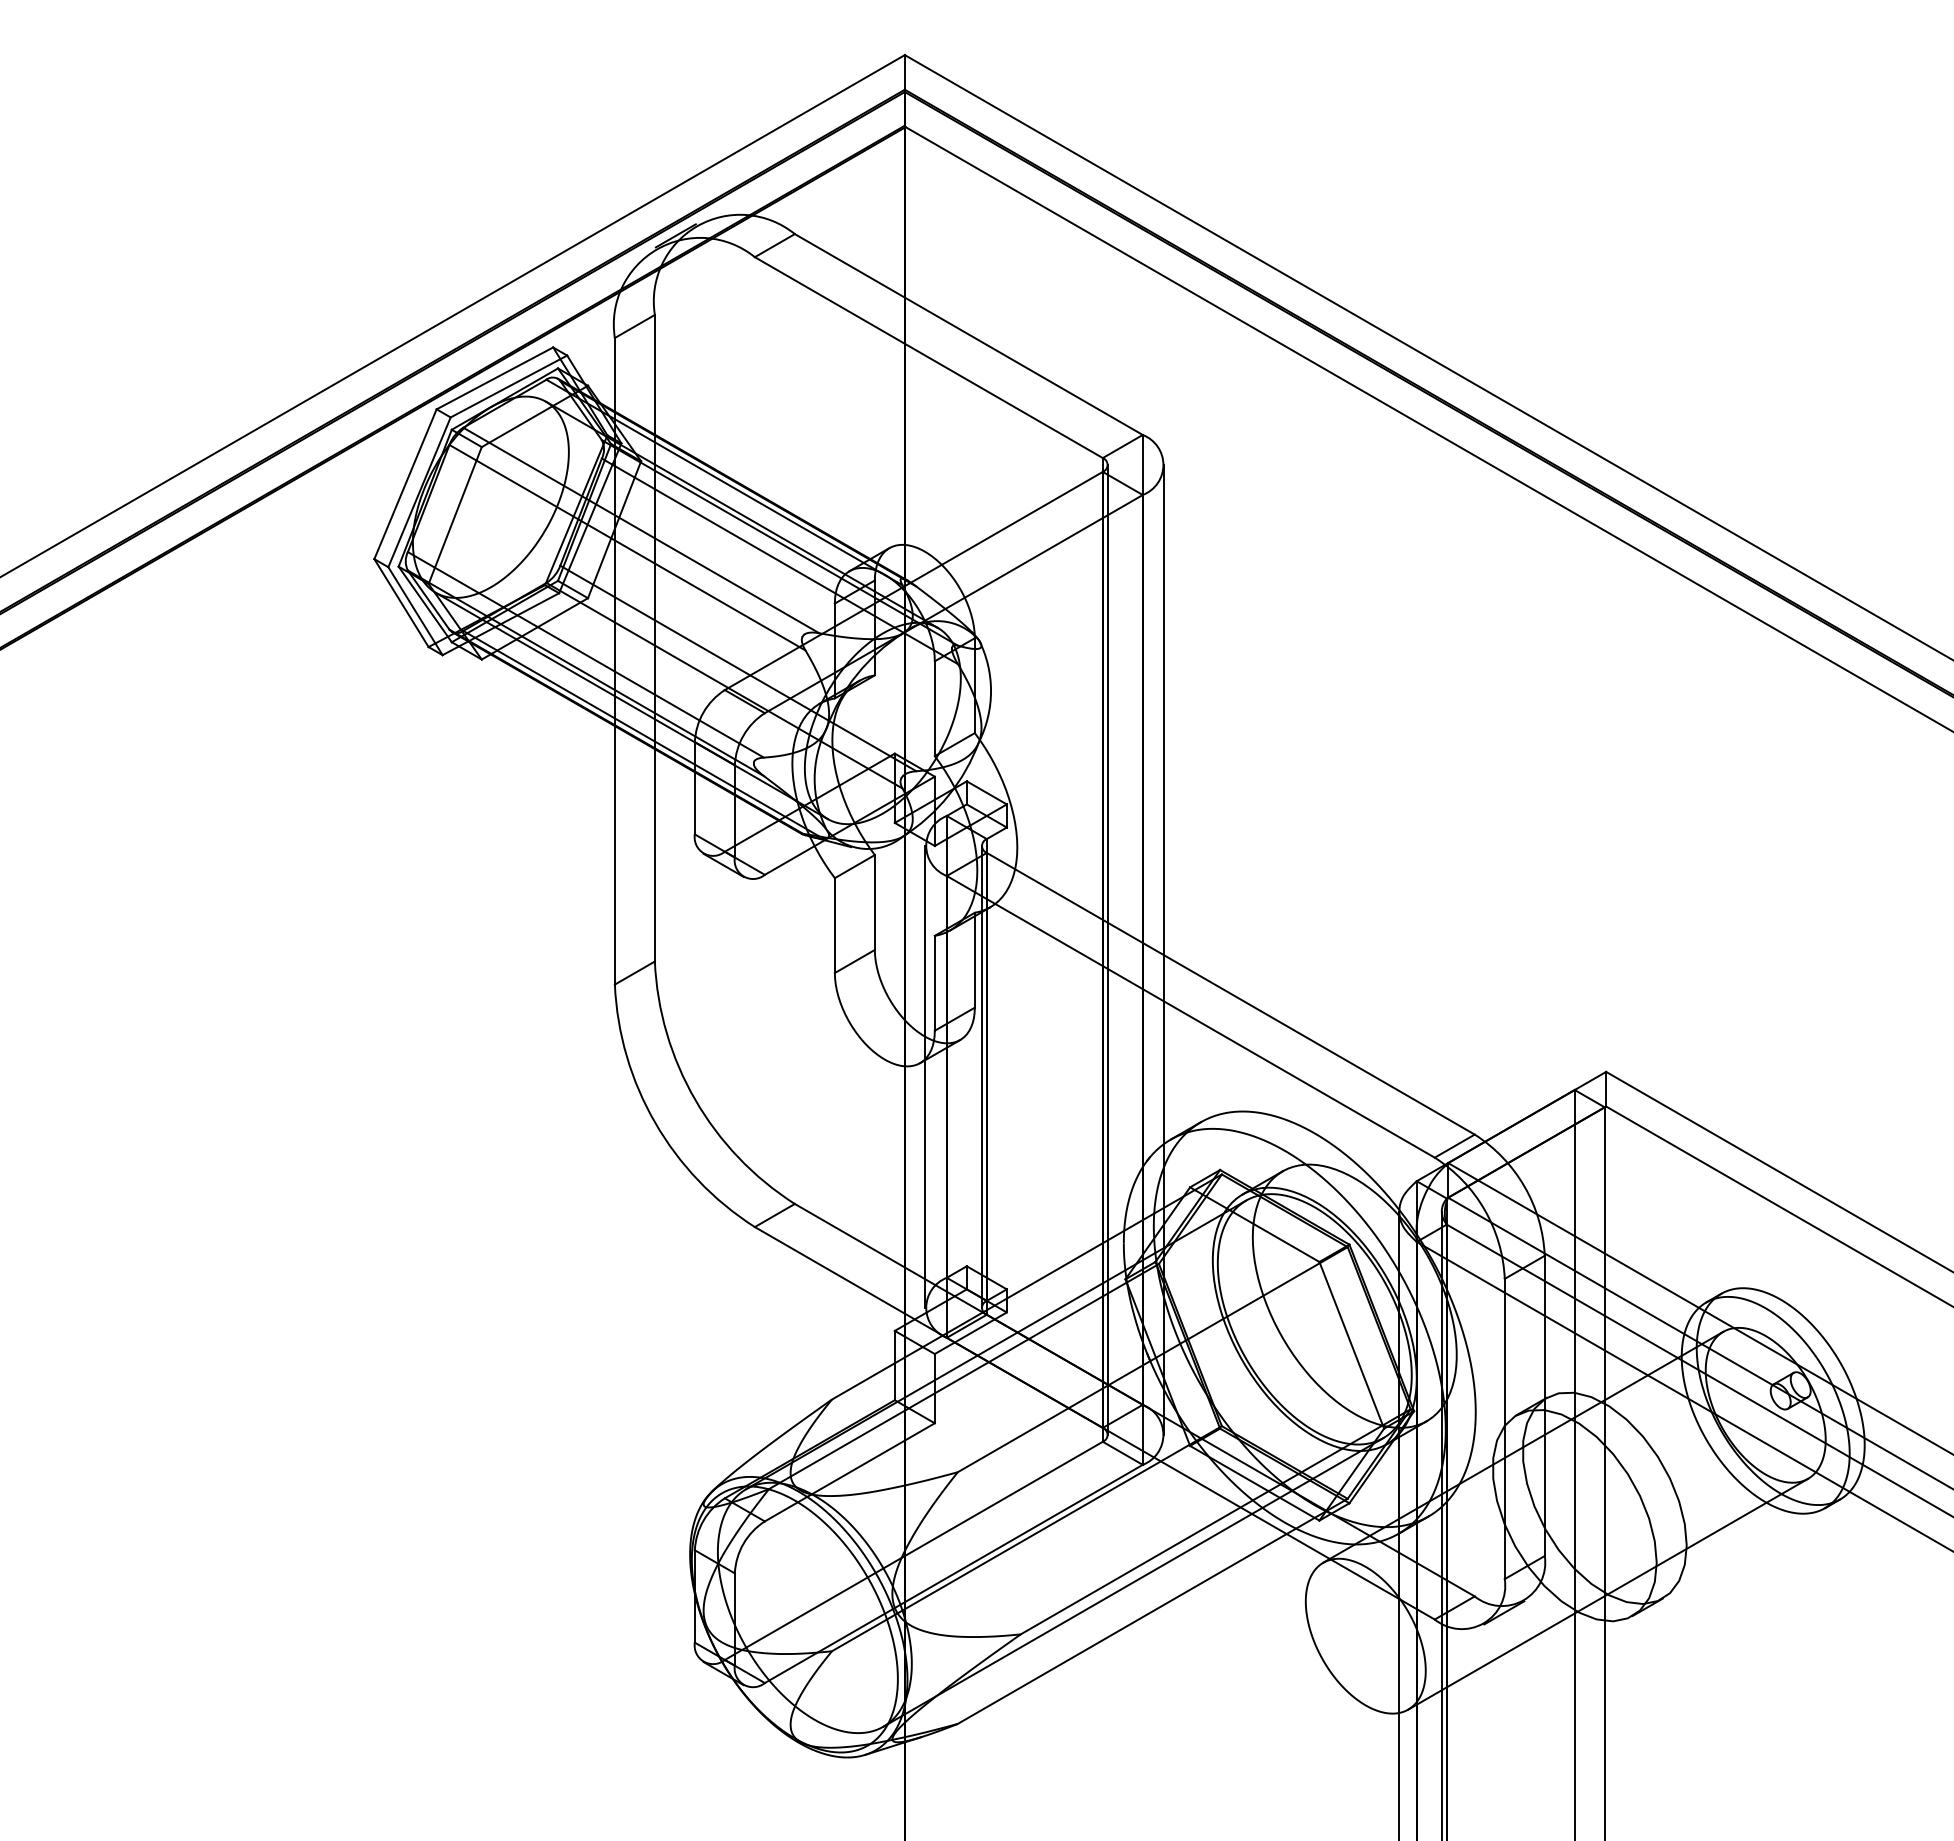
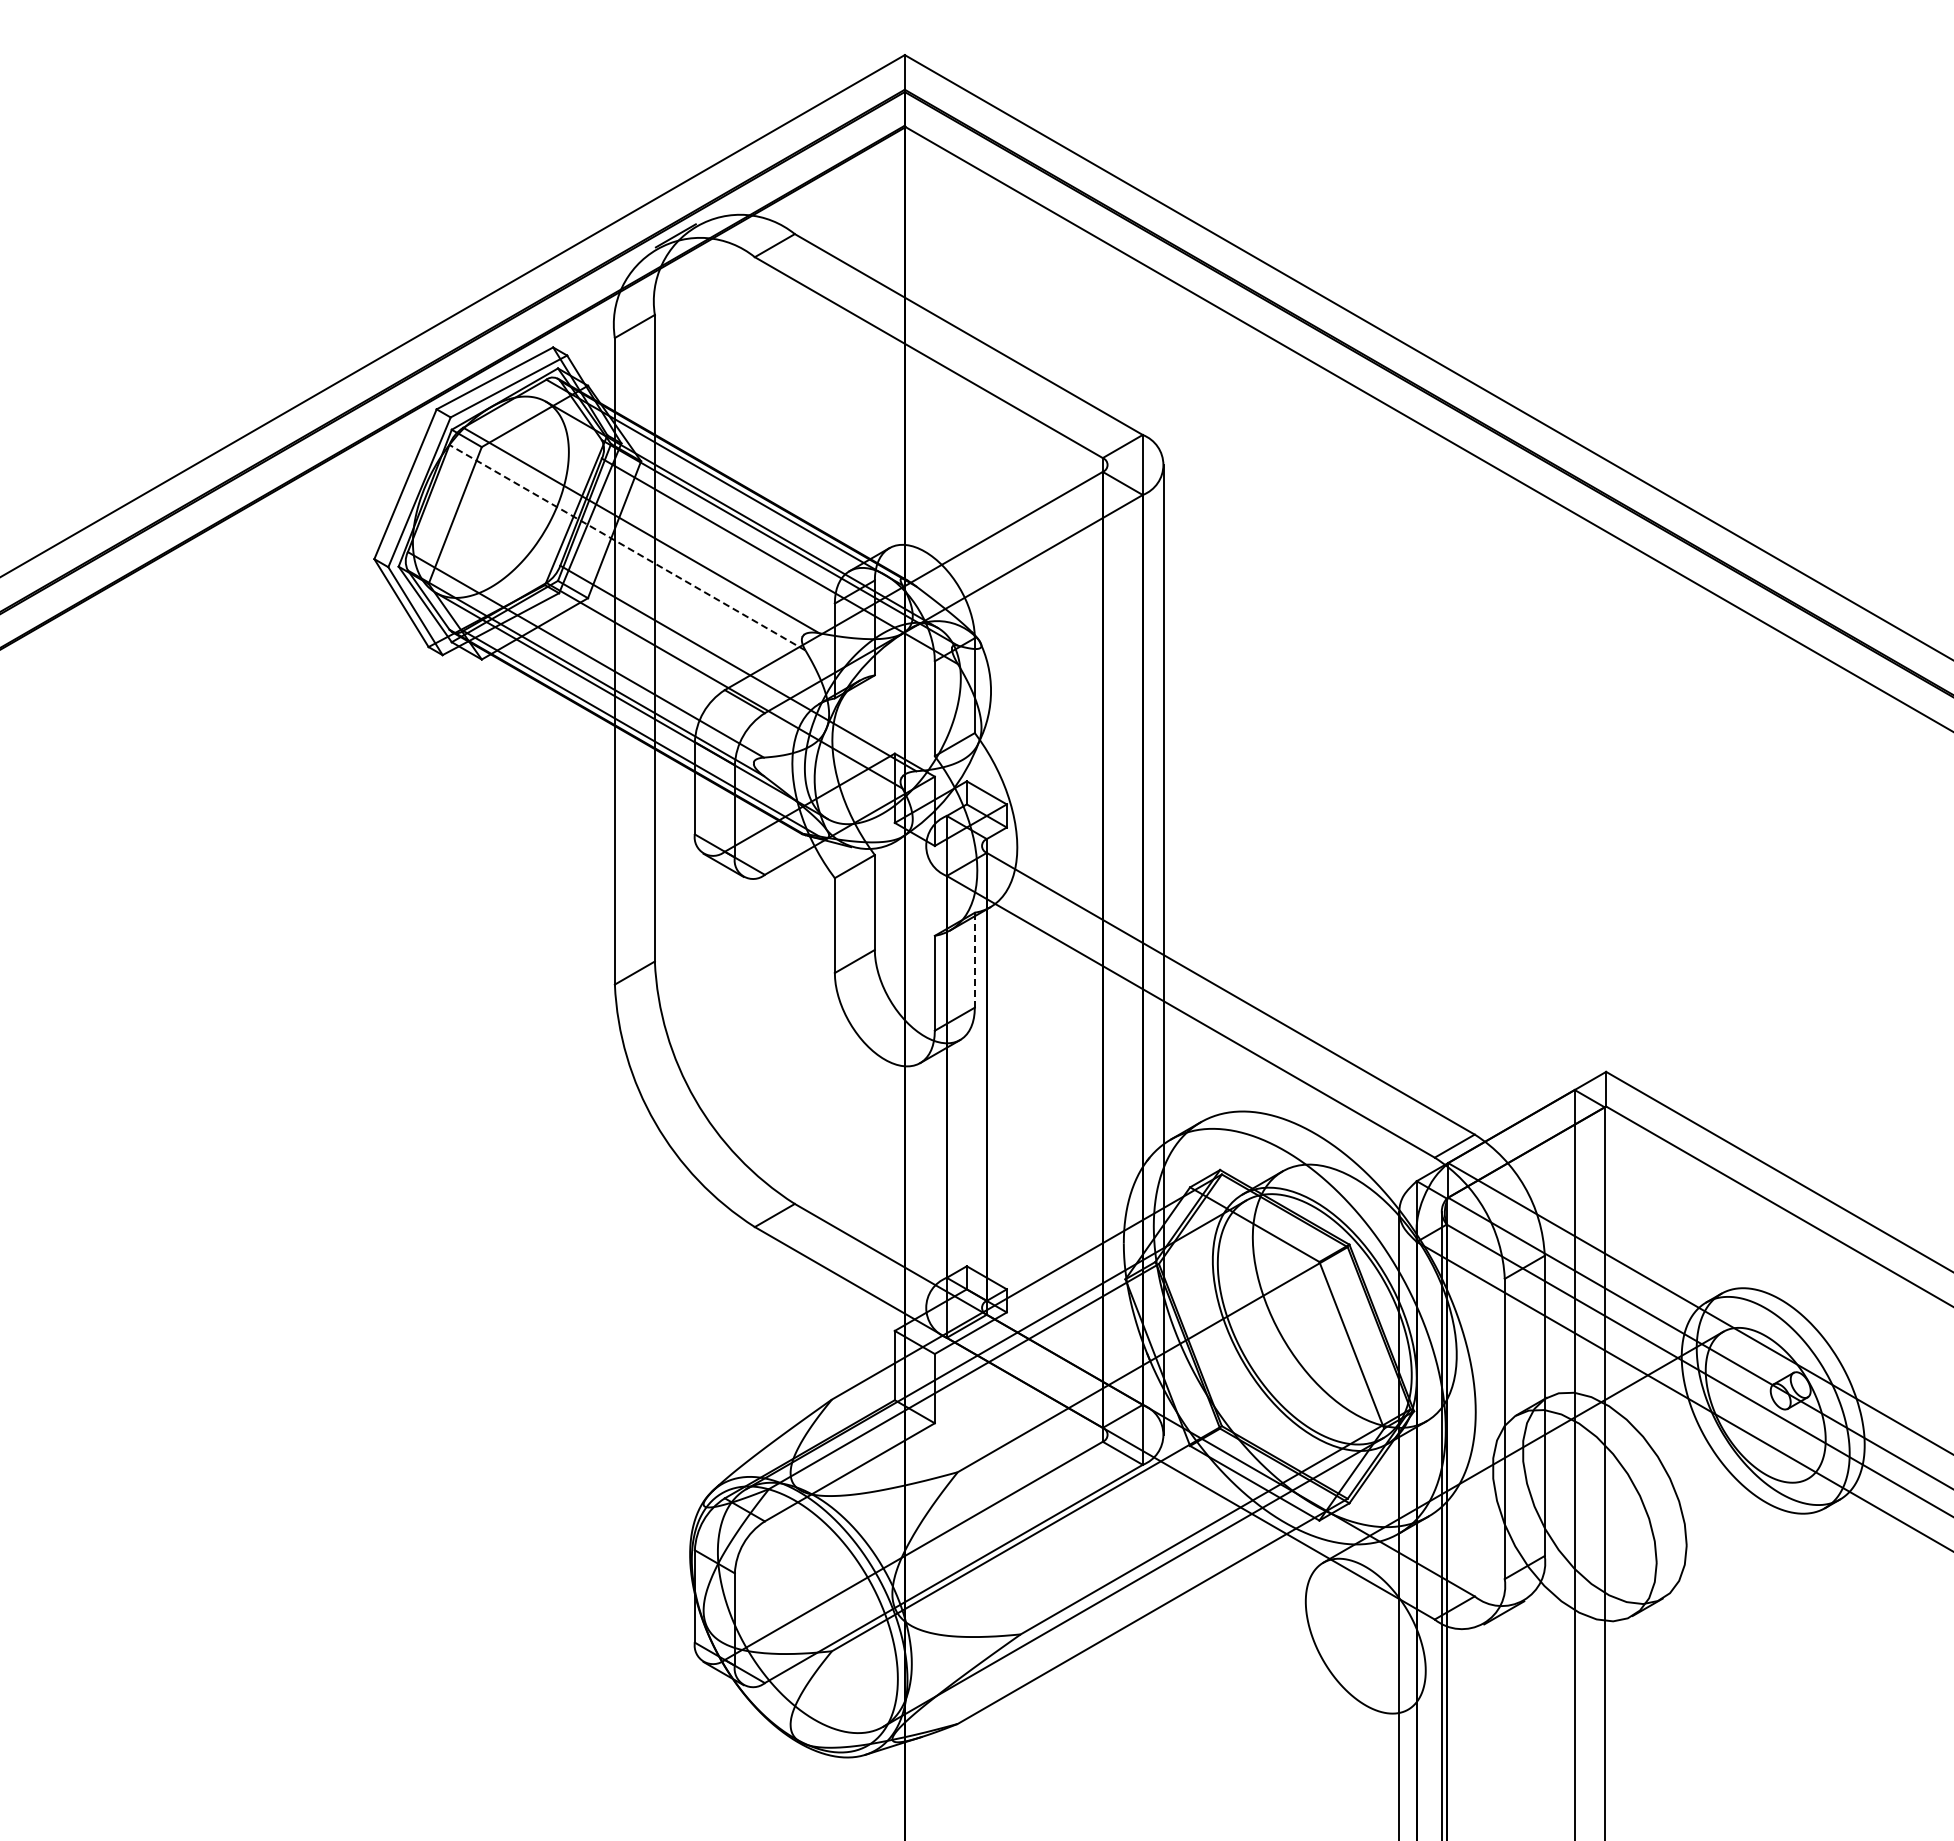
line at (627, 547): solid -> dashed
line at (1107, 949): present -> none
line at (974, 960): solid -> dashed
line at (925, 1076): present -> none
line at (981, 1076): present -> none
line at (1608, 1593): present -> none
